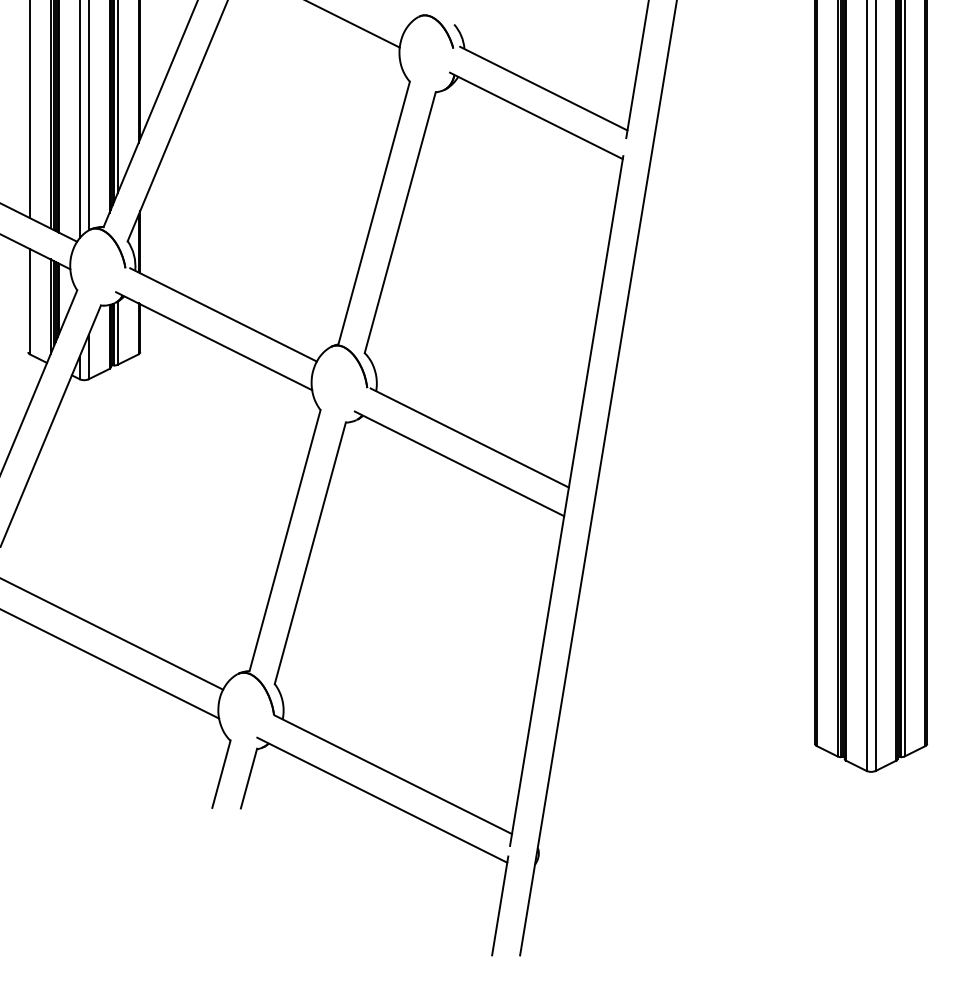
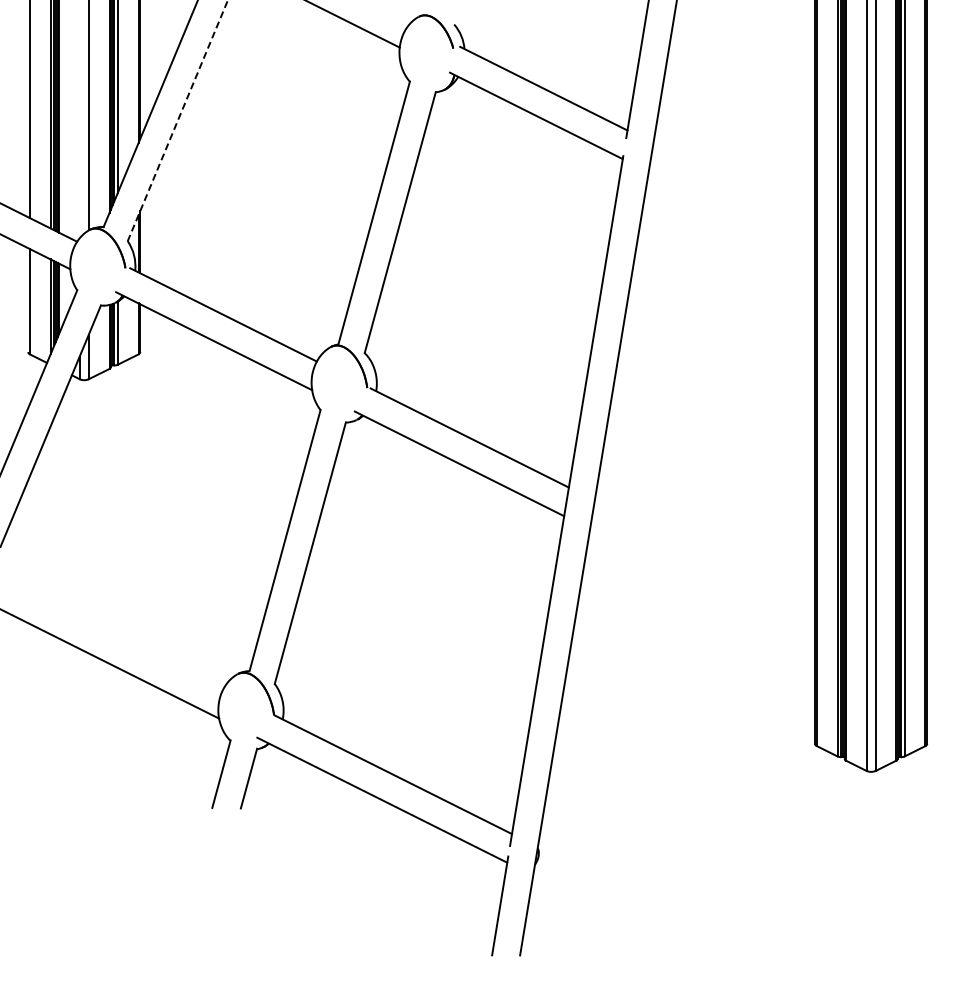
line at (79, 120): present -> none
line at (177, 120): solid -> dashed
line at (112, 634): present -> none
